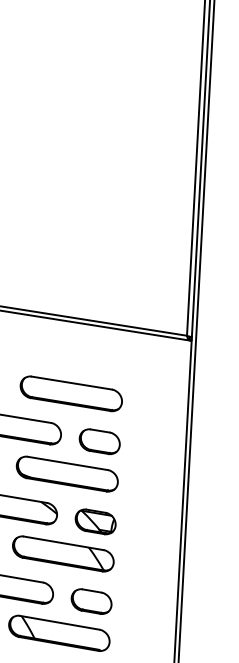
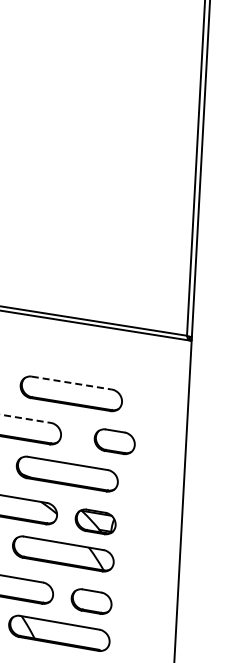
line at (196, 330): present -> none
line at (71, 383): solid -> dashed
line at (26, 418): solid -> dashed
part at (99, 441) position: (99, 441) -> (114, 441)
